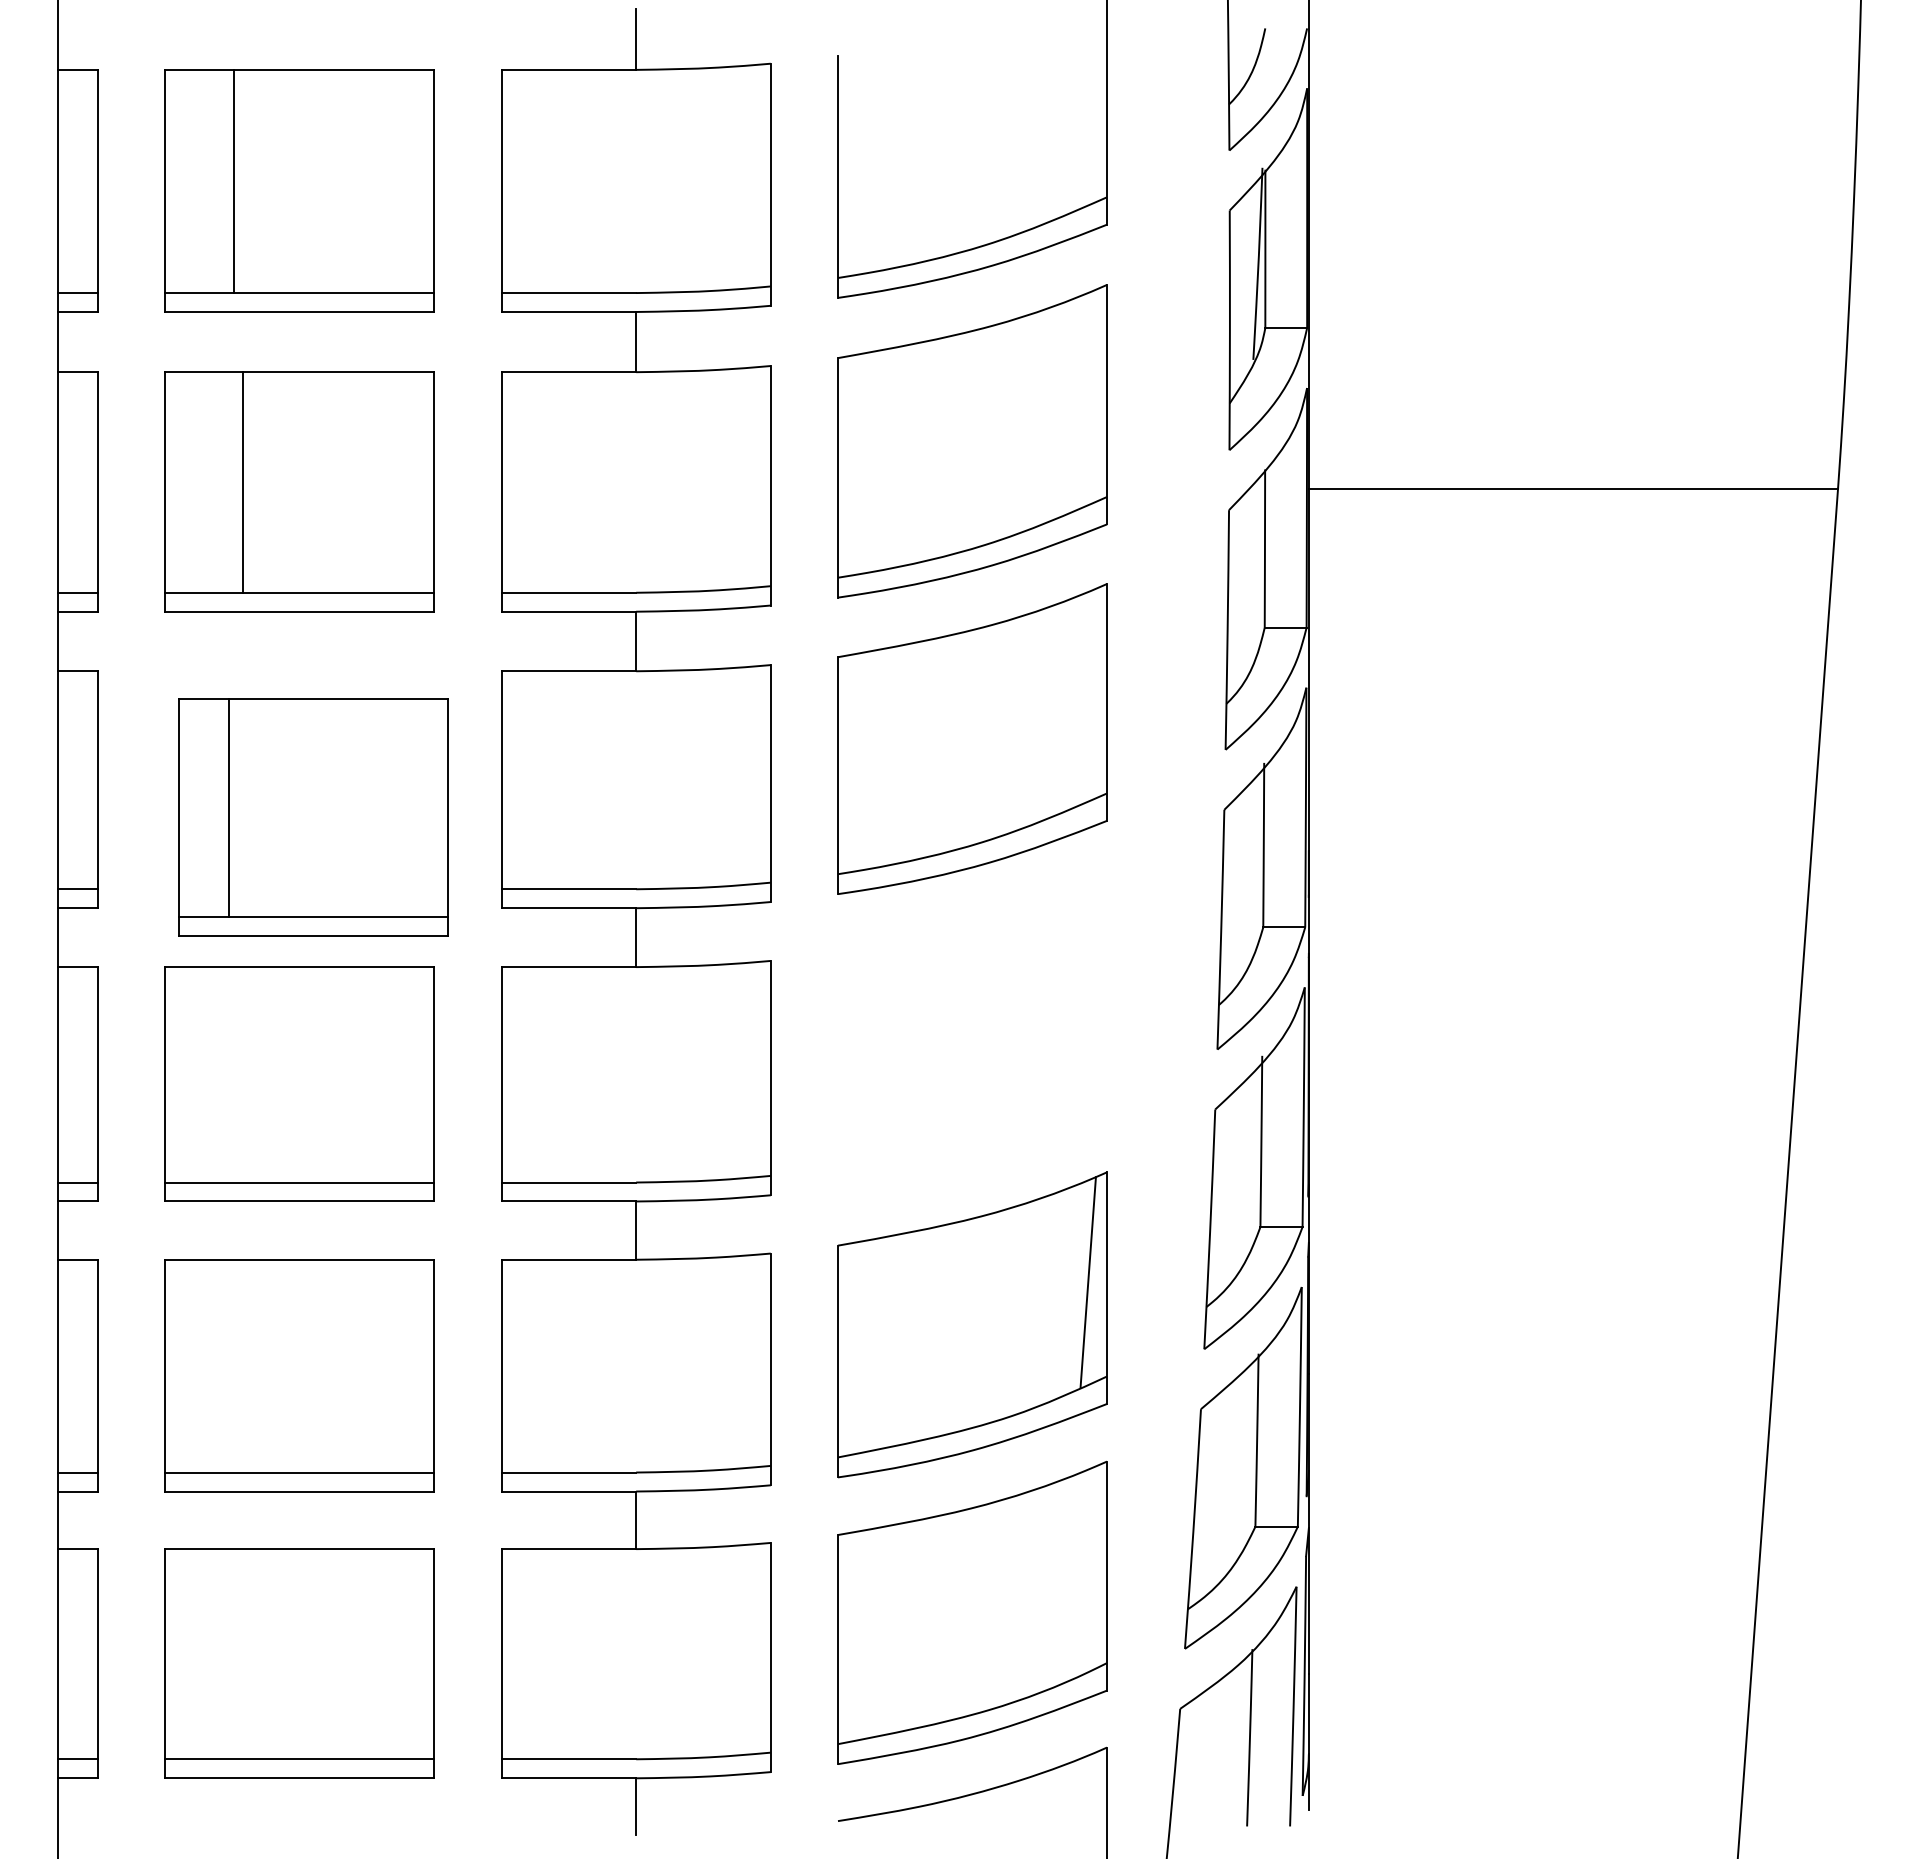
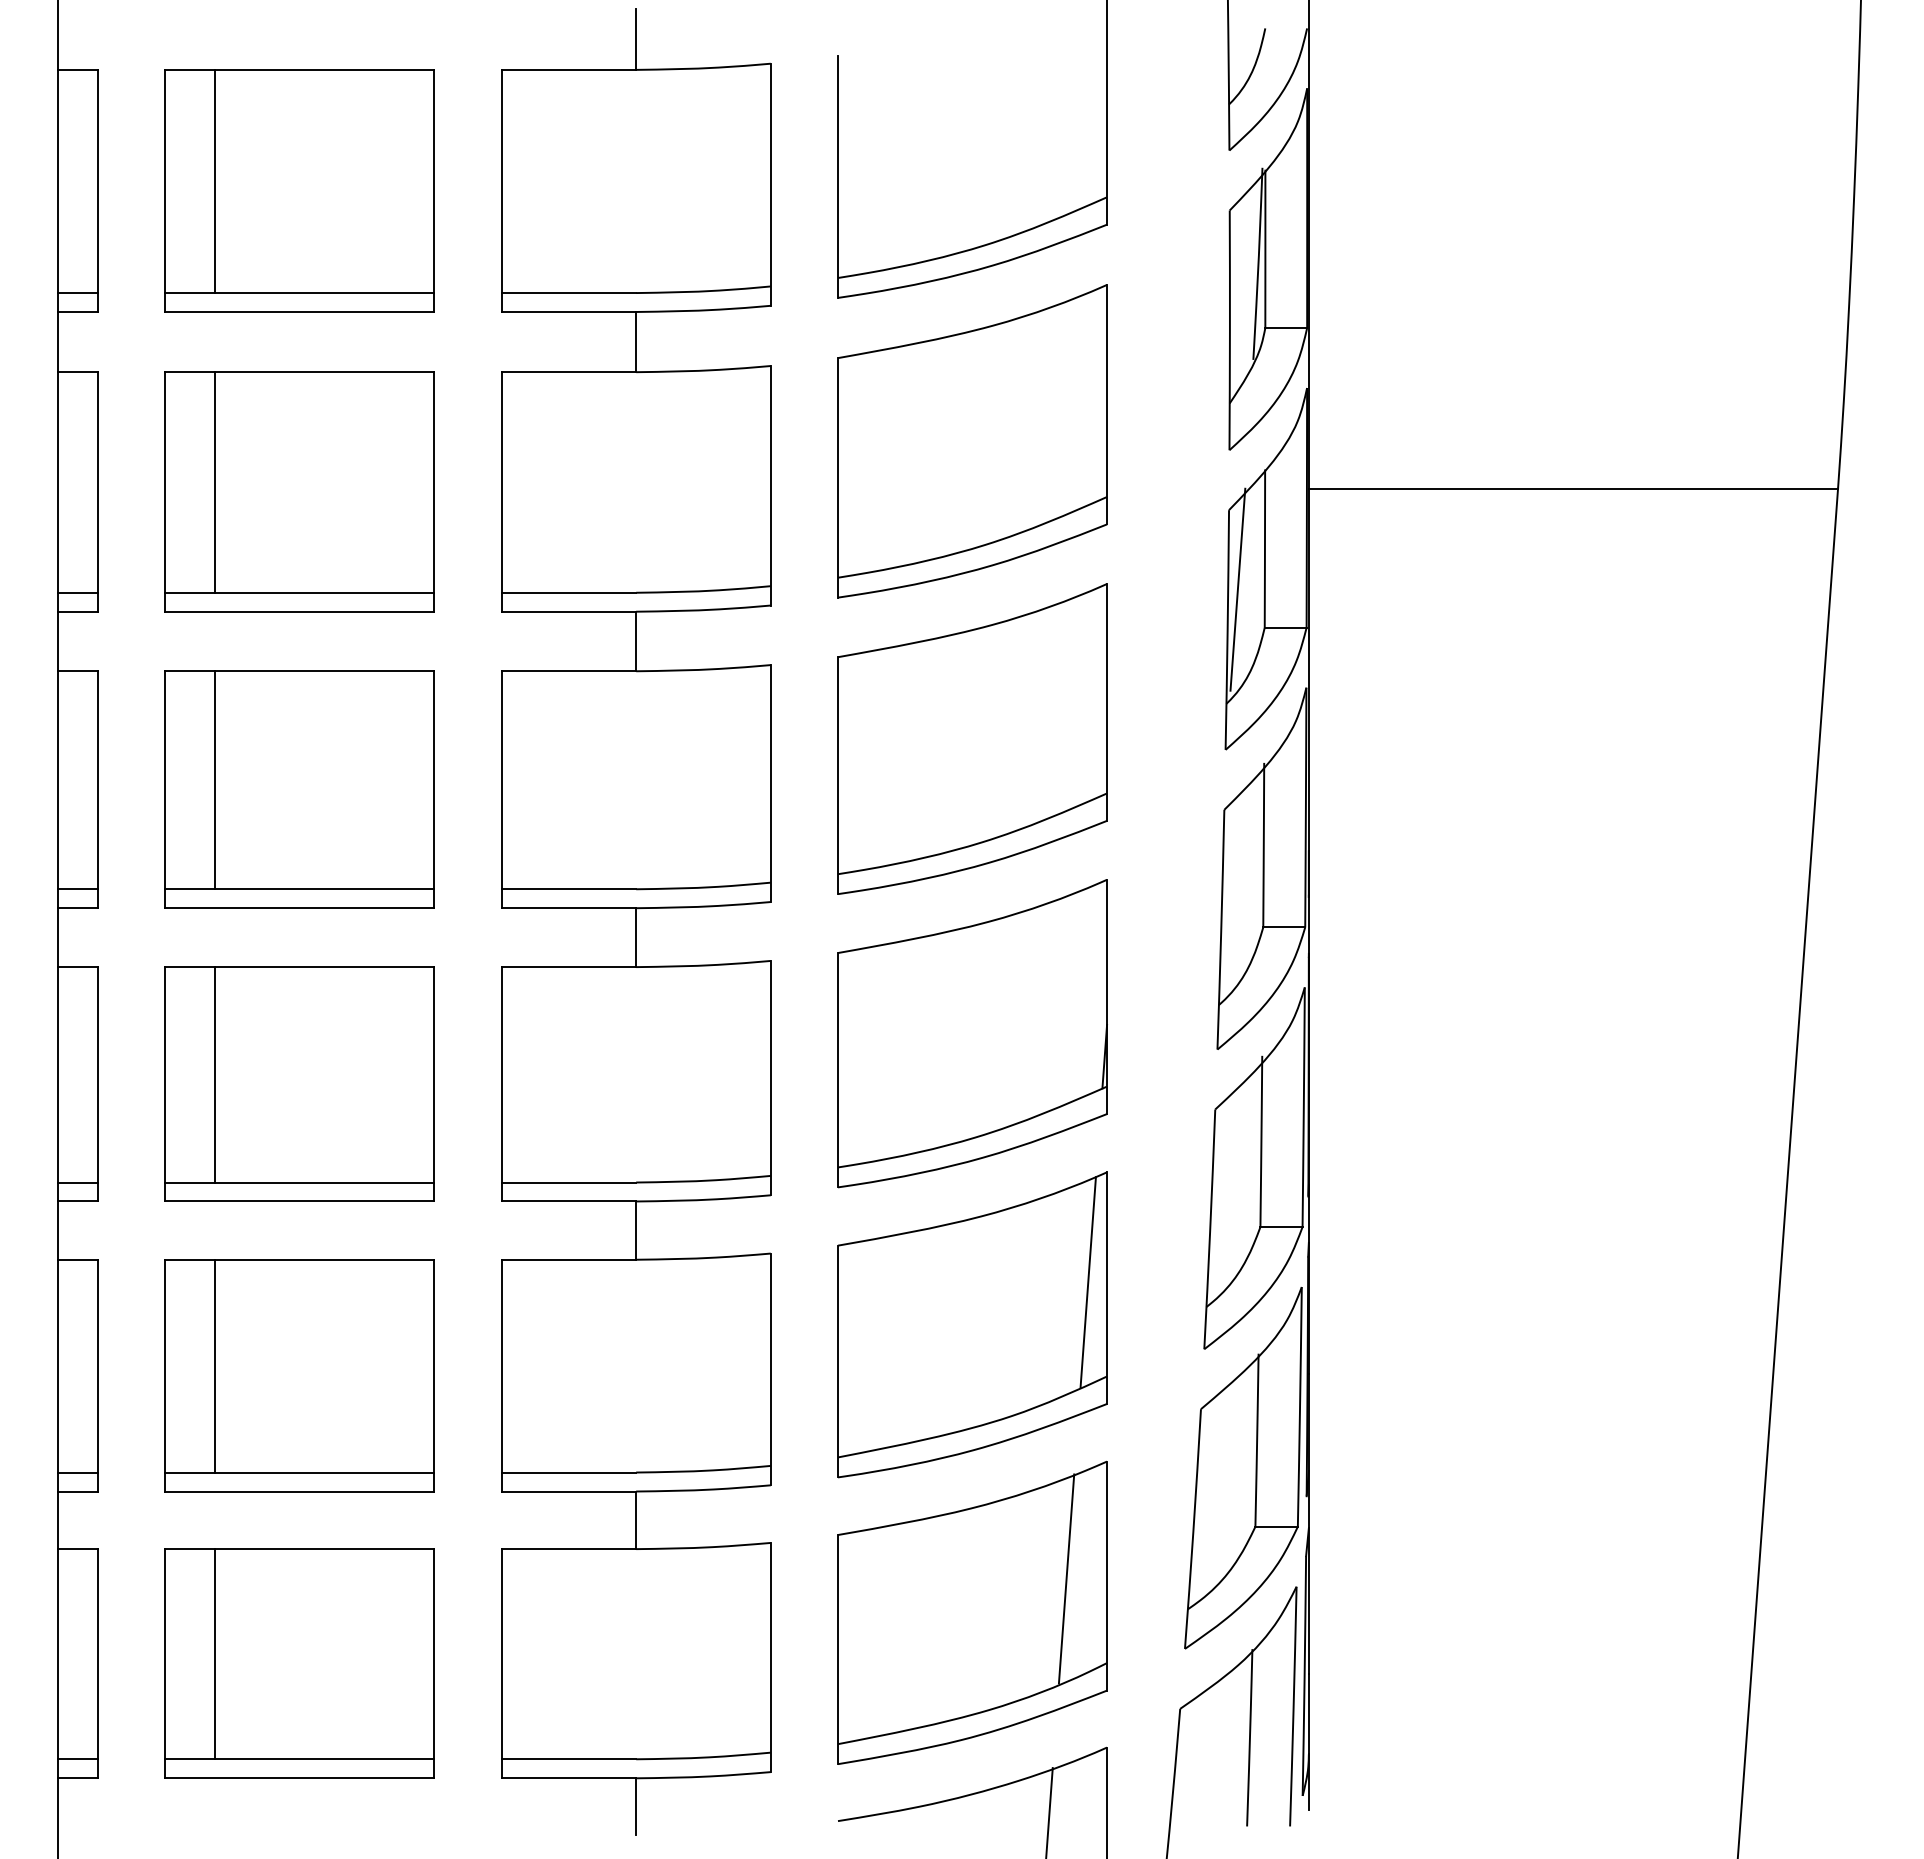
line at (233, 181) position: (233, 181) -> (214, 181)
line at (242, 482) position: (242, 482) -> (214, 482)
line at (1237, 589): none -> present
part at (313, 817) position: (313, 817) -> (299, 789)
part at (972, 1033): none -> present
line at (214, 1074): none -> present
line at (214, 1365): none -> present
line at (1066, 1578): none -> present
line at (214, 1654): none -> present
line at (1049, 1811): none -> present
